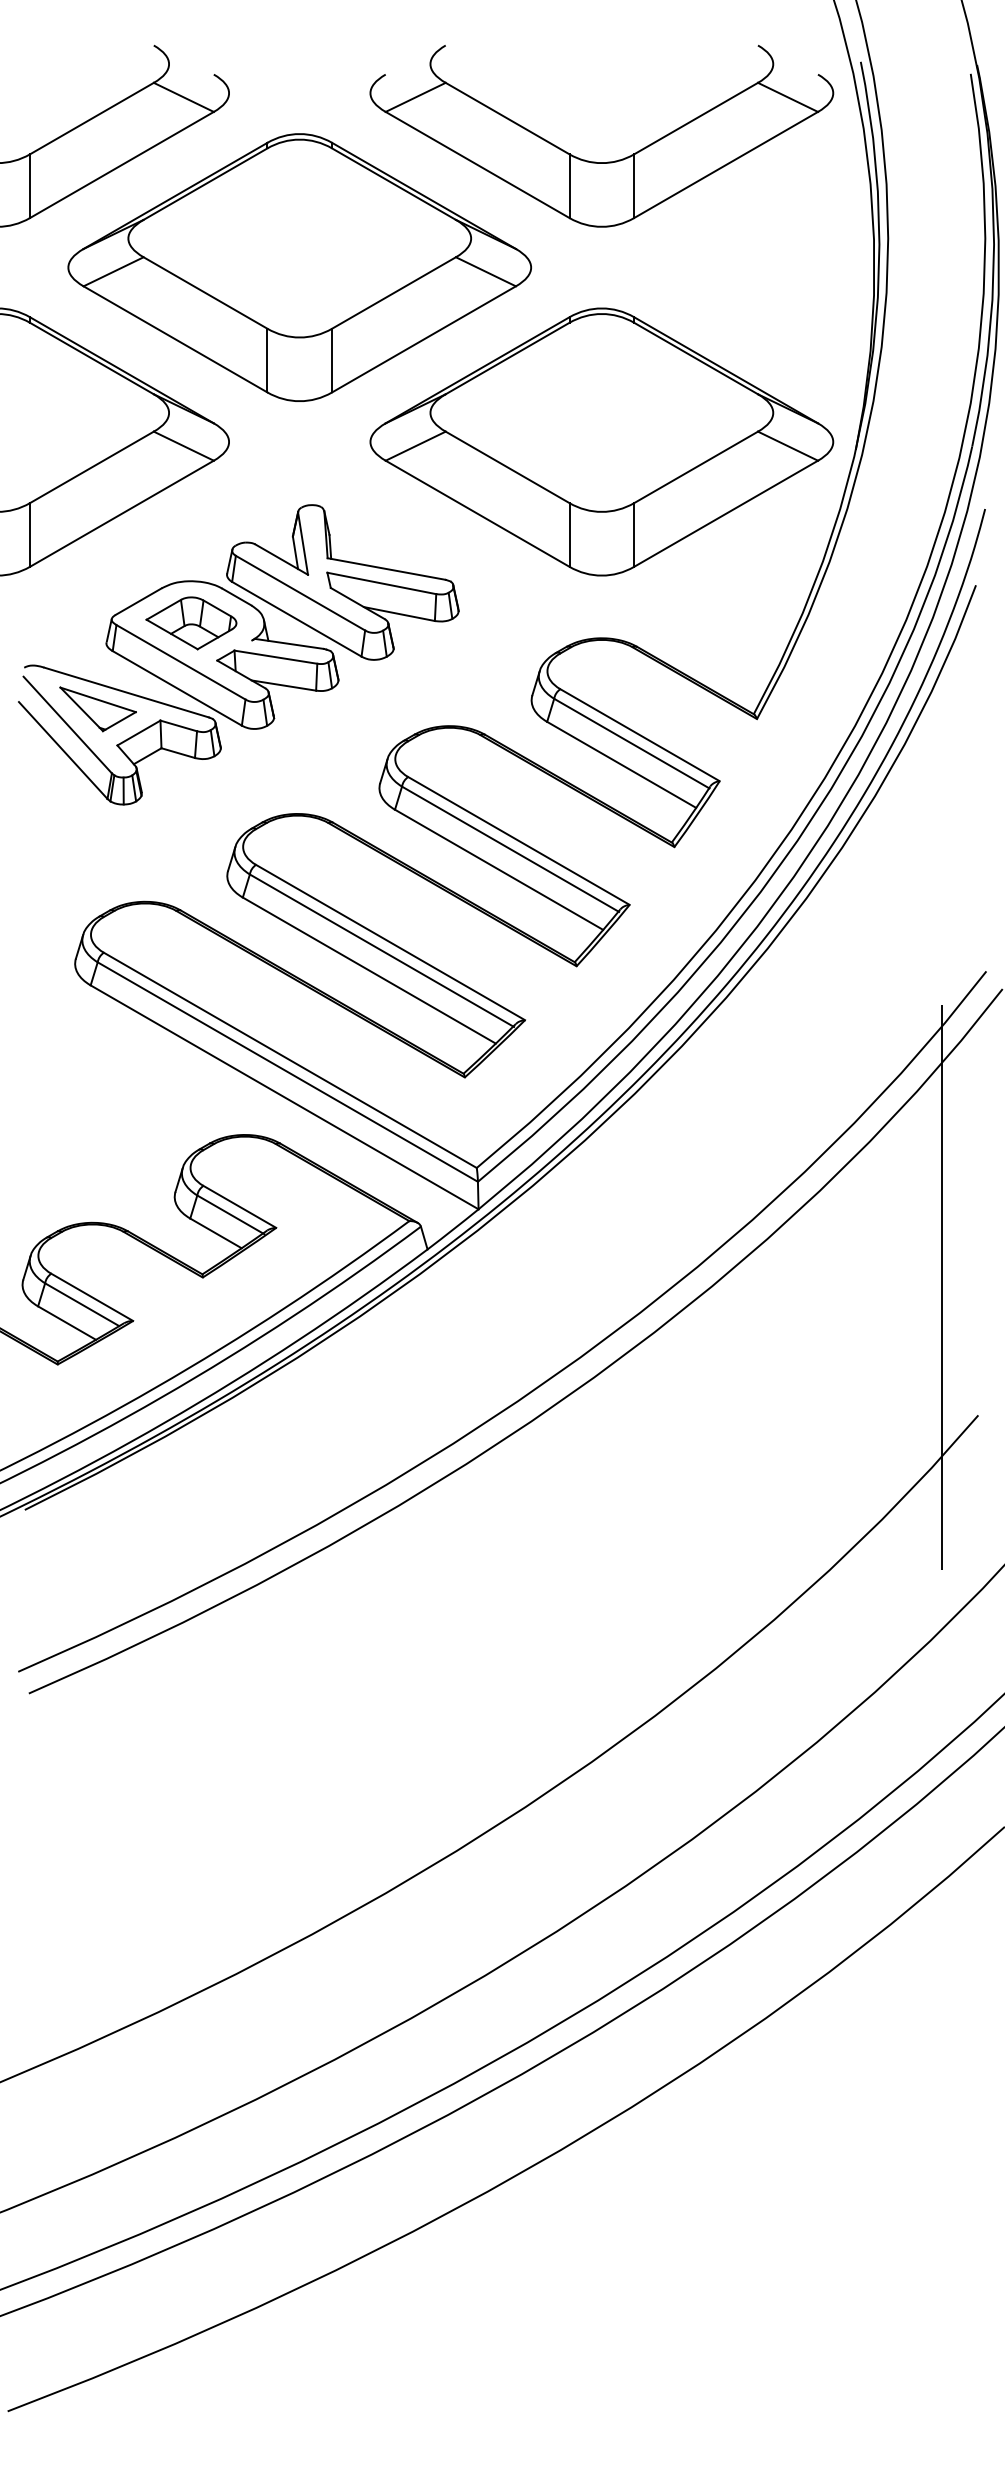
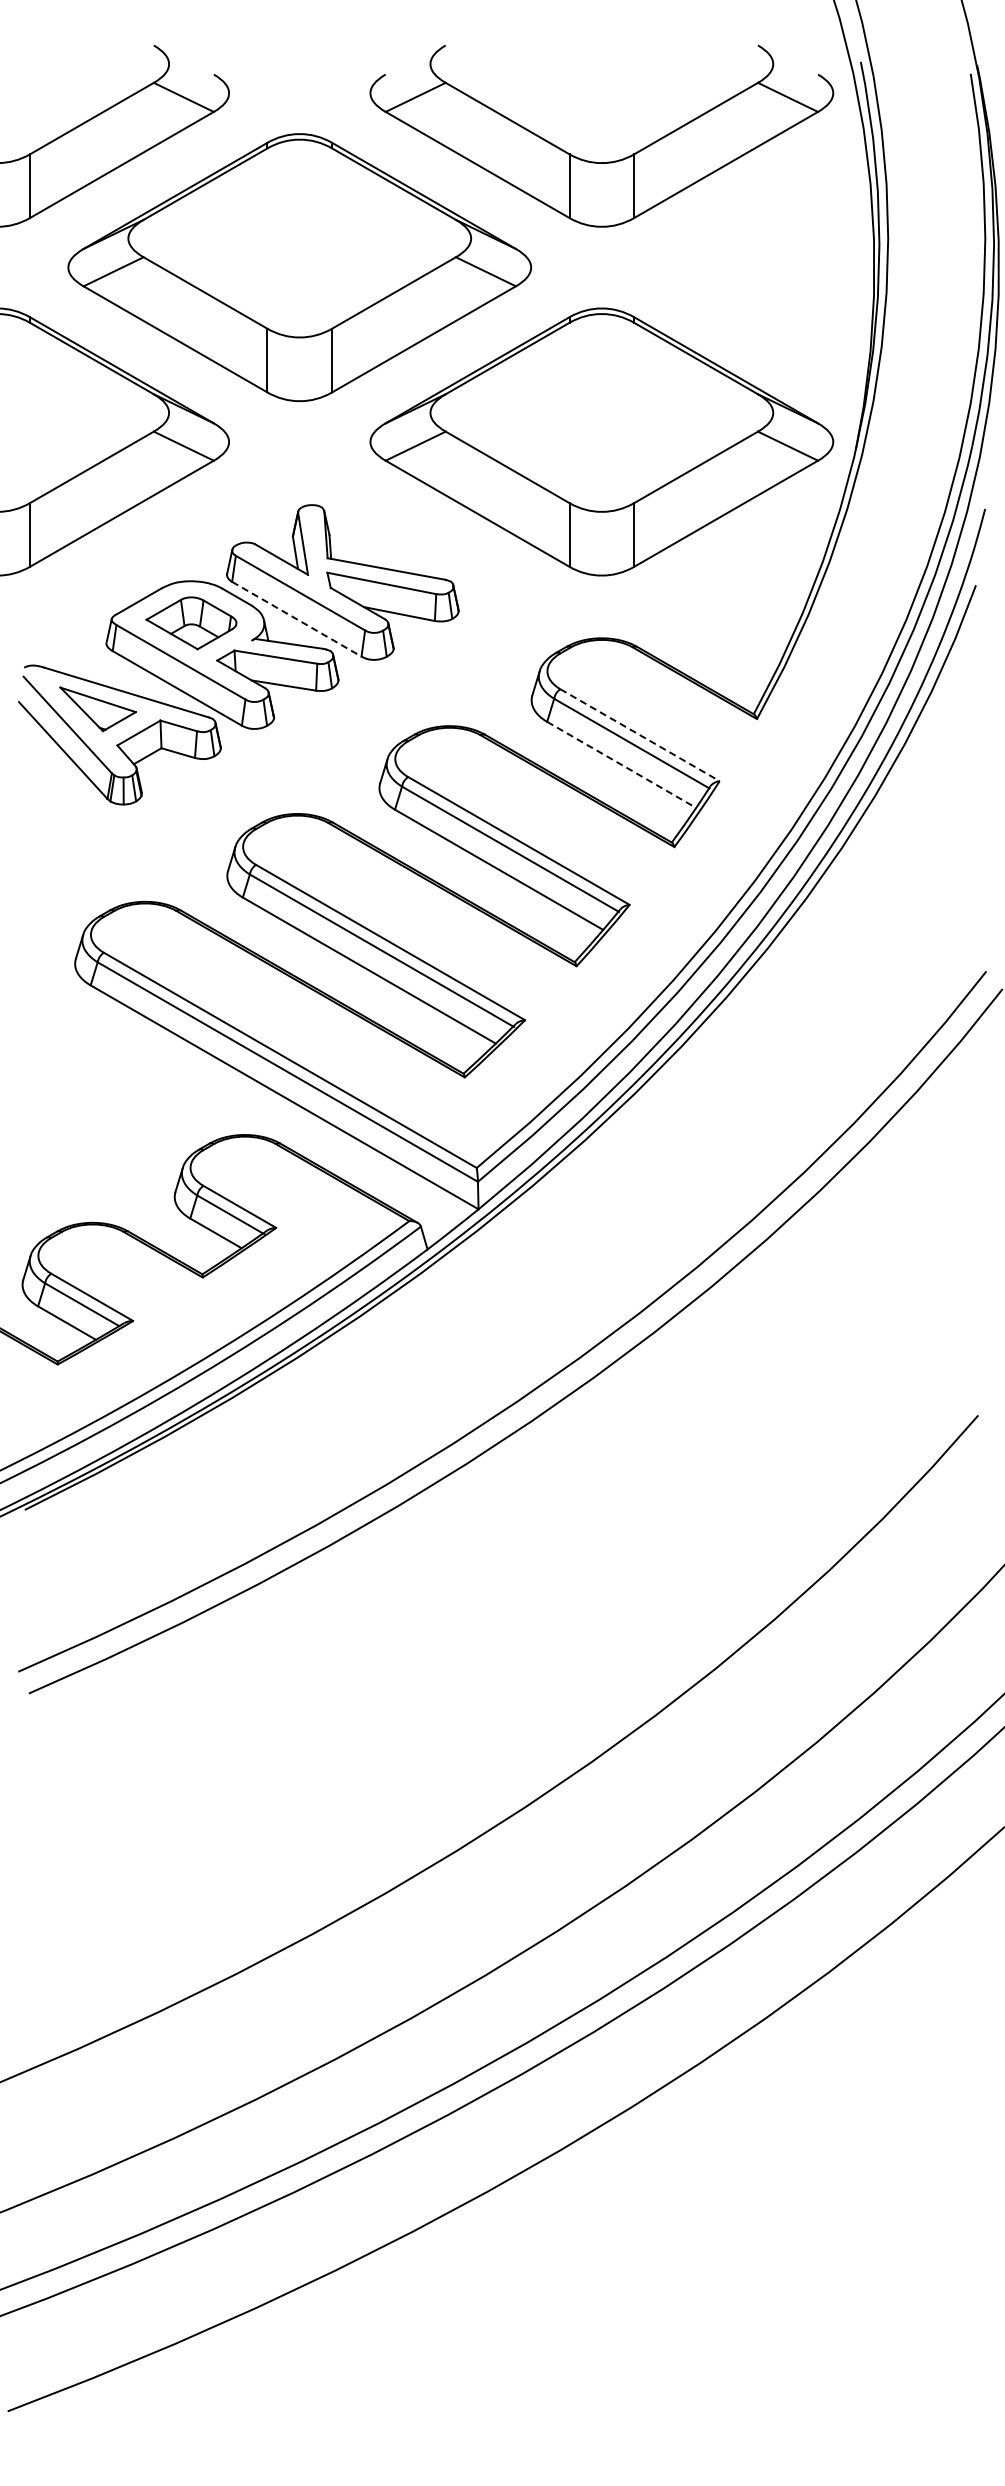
line at (296, 619): solid -> dashed
line at (640, 735): solid -> dashed
line at (622, 765): solid -> dashed
line at (941, 1282): present -> none
